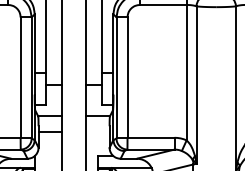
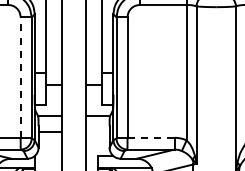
line at (20, 77): solid -> dashed
line at (151, 137): solid -> dashed
